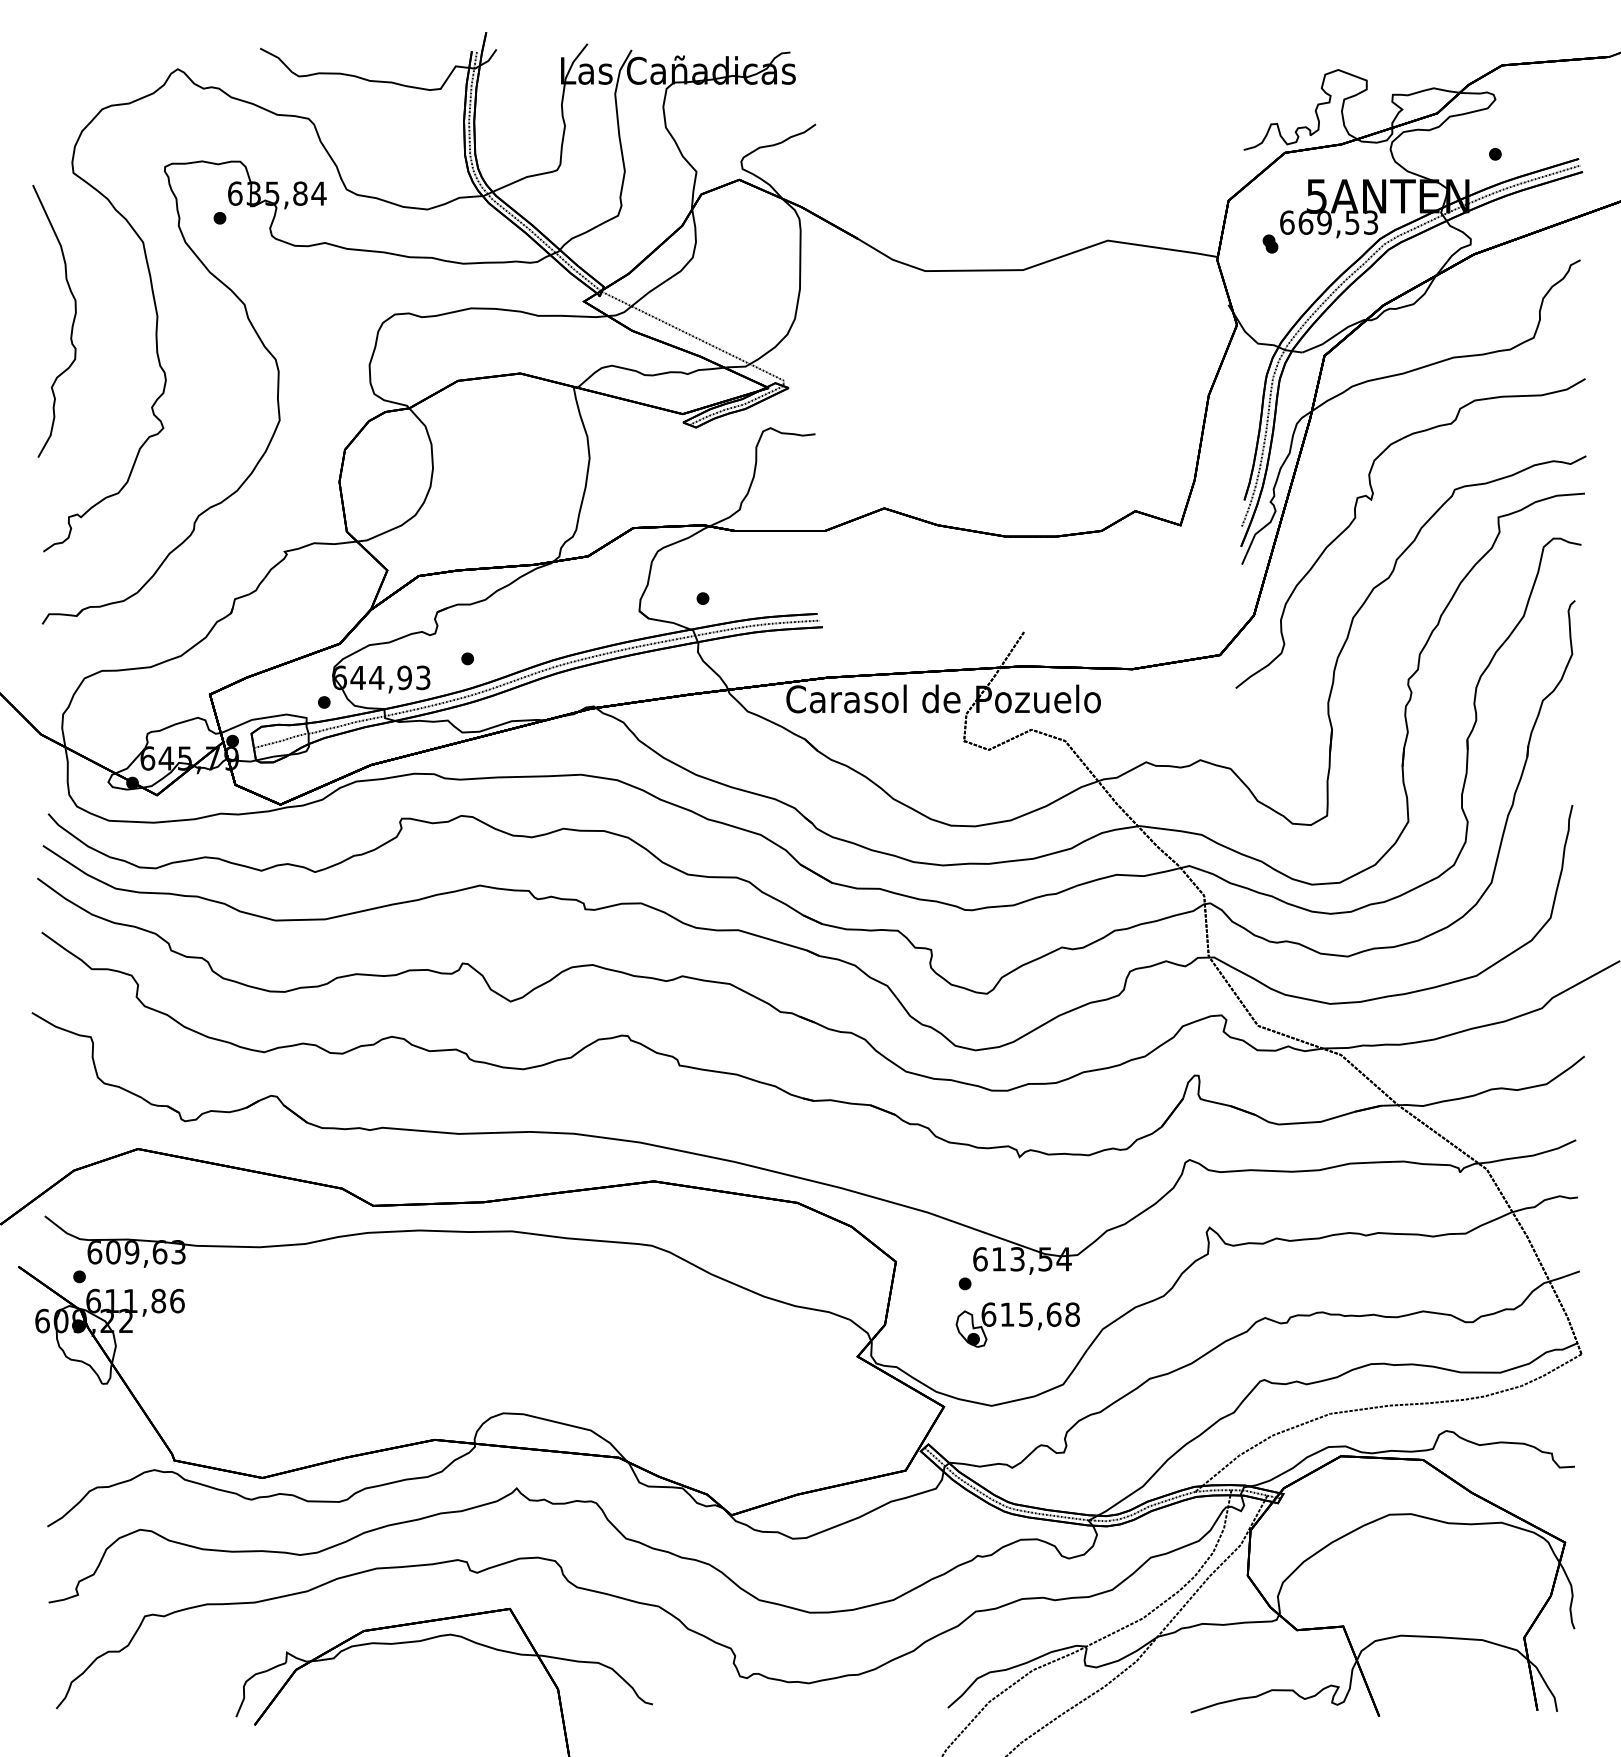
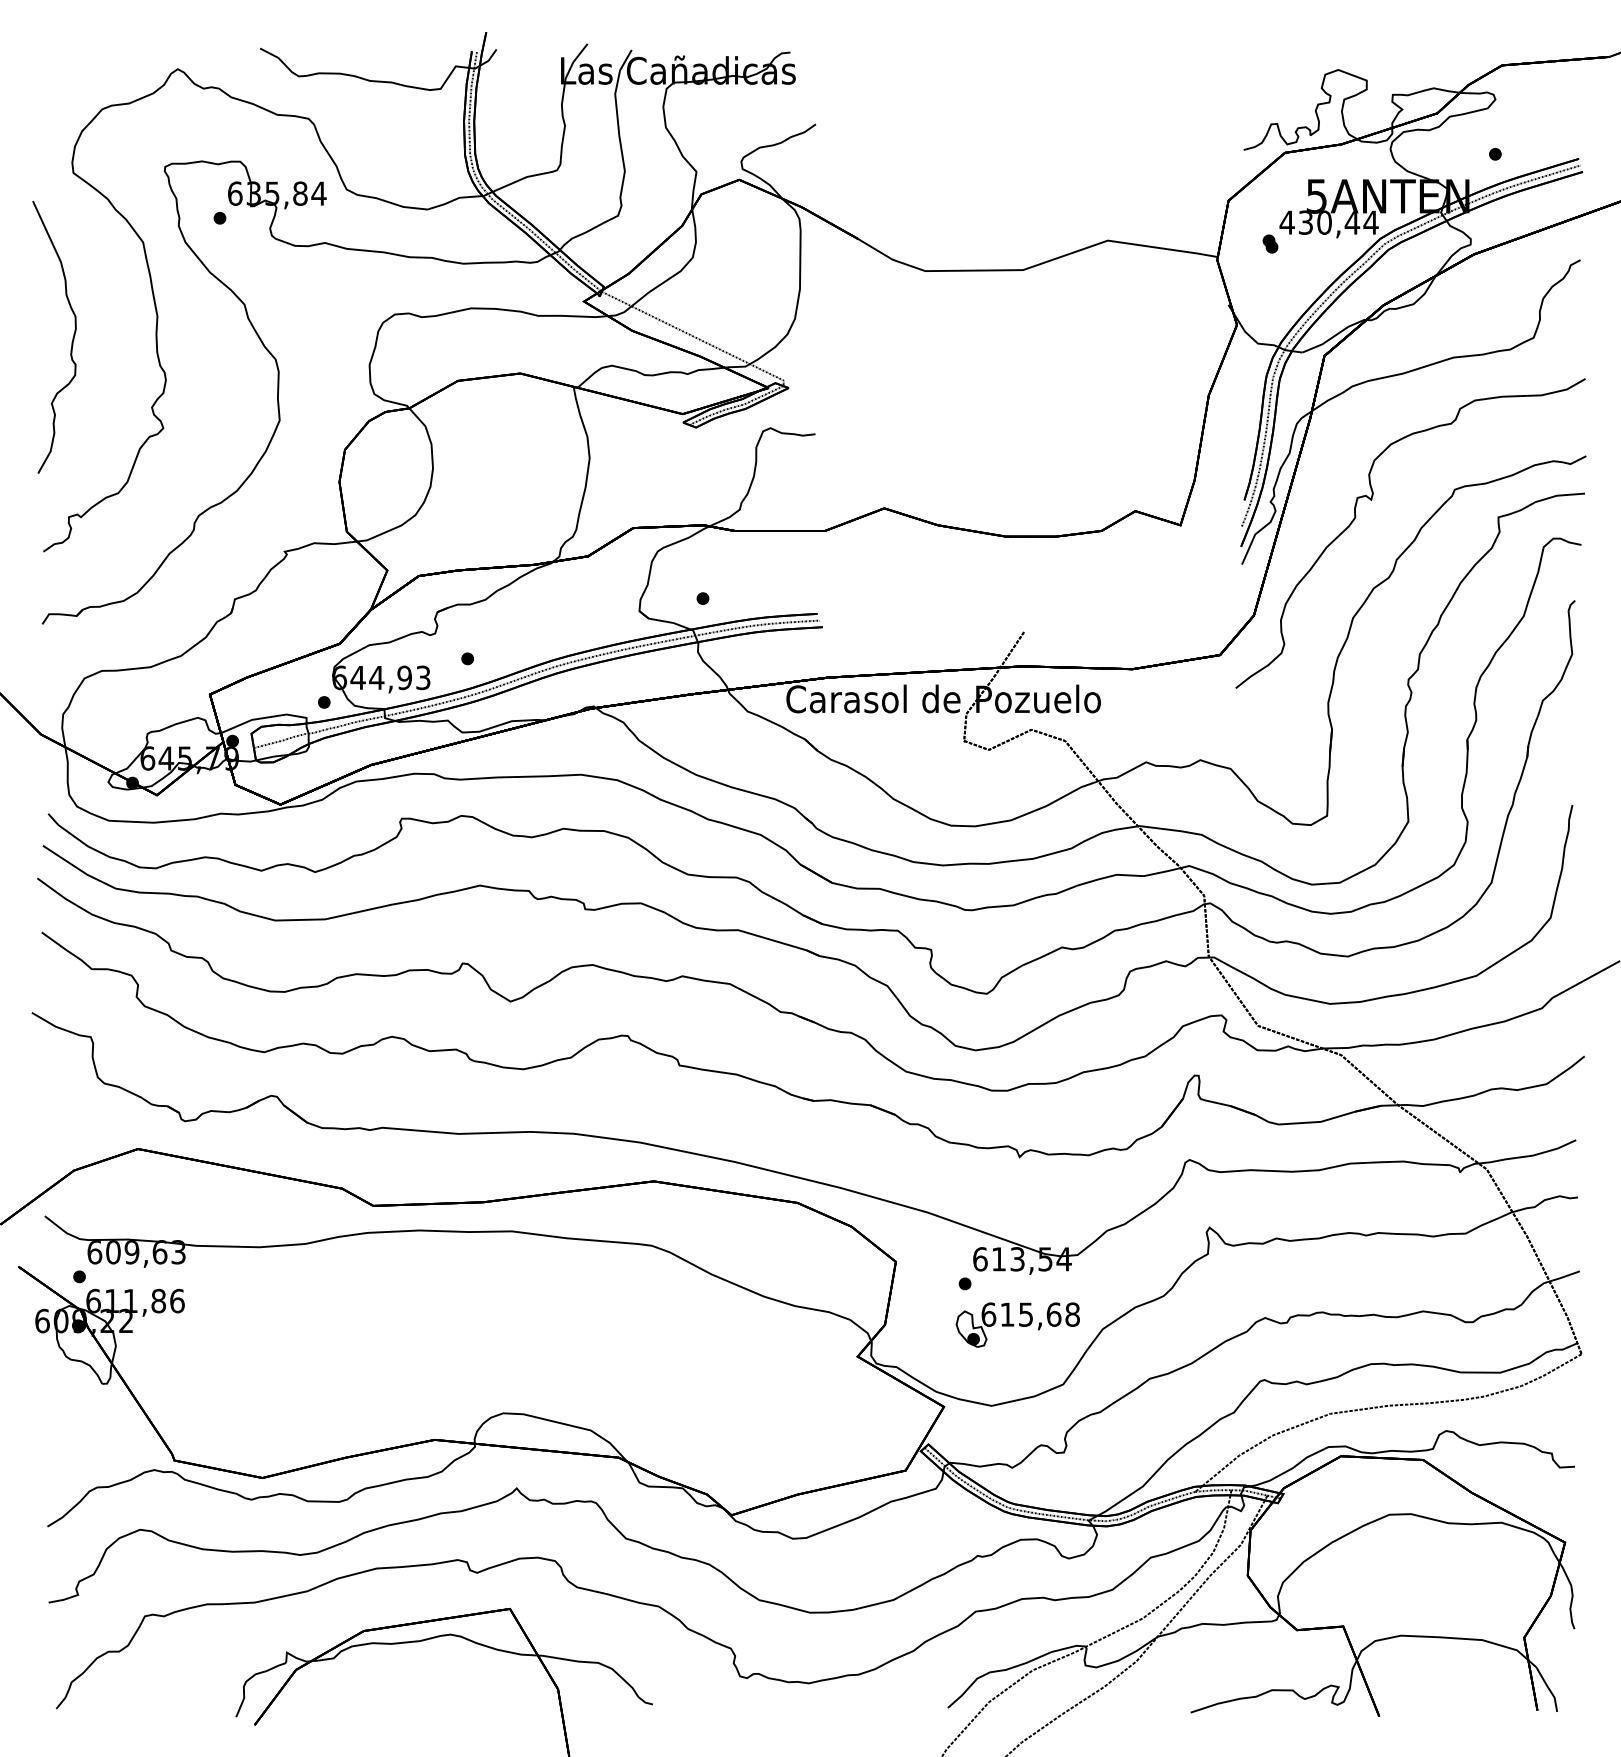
text at (1328, 222): 669,53 -> 430,44
curve at (71, 326) position: (71, 326) -> (71, 342)
